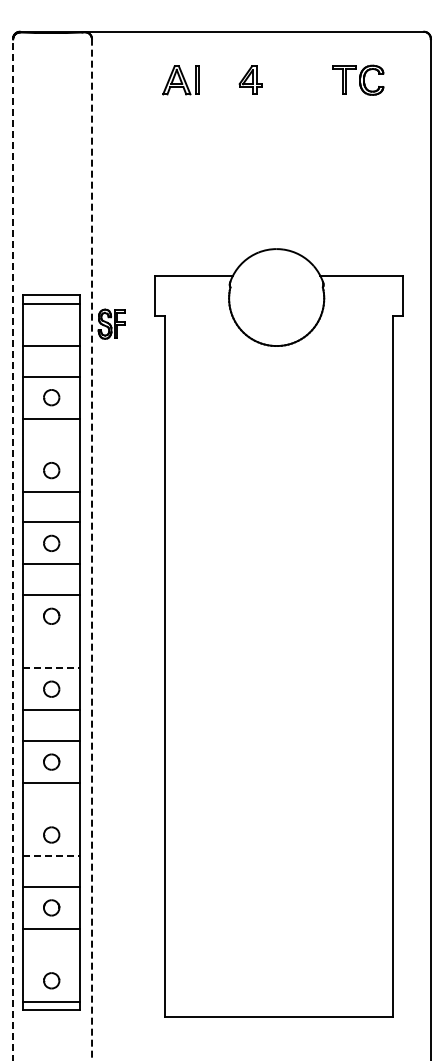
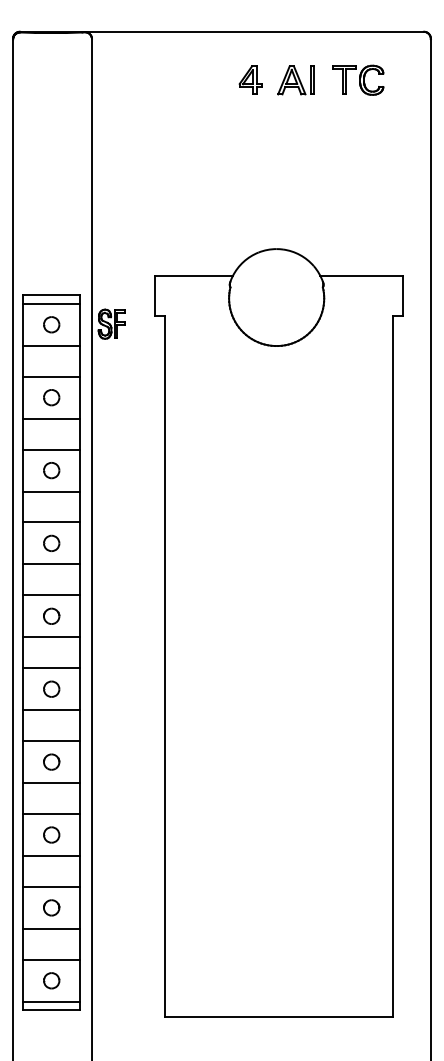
part at (180, 80) position: (180, 80) -> (295, 80)
part at (51, 324): none -> present
line at (50, 449): none -> present
line at (13, 549): dashed -> solid
line at (92, 549): dashed -> solid
line at (50, 637): none -> present
line at (51, 668): dashed -> solid
line at (50, 814): none -> present
line at (51, 856): dashed -> solid
line at (50, 959): none -> present
